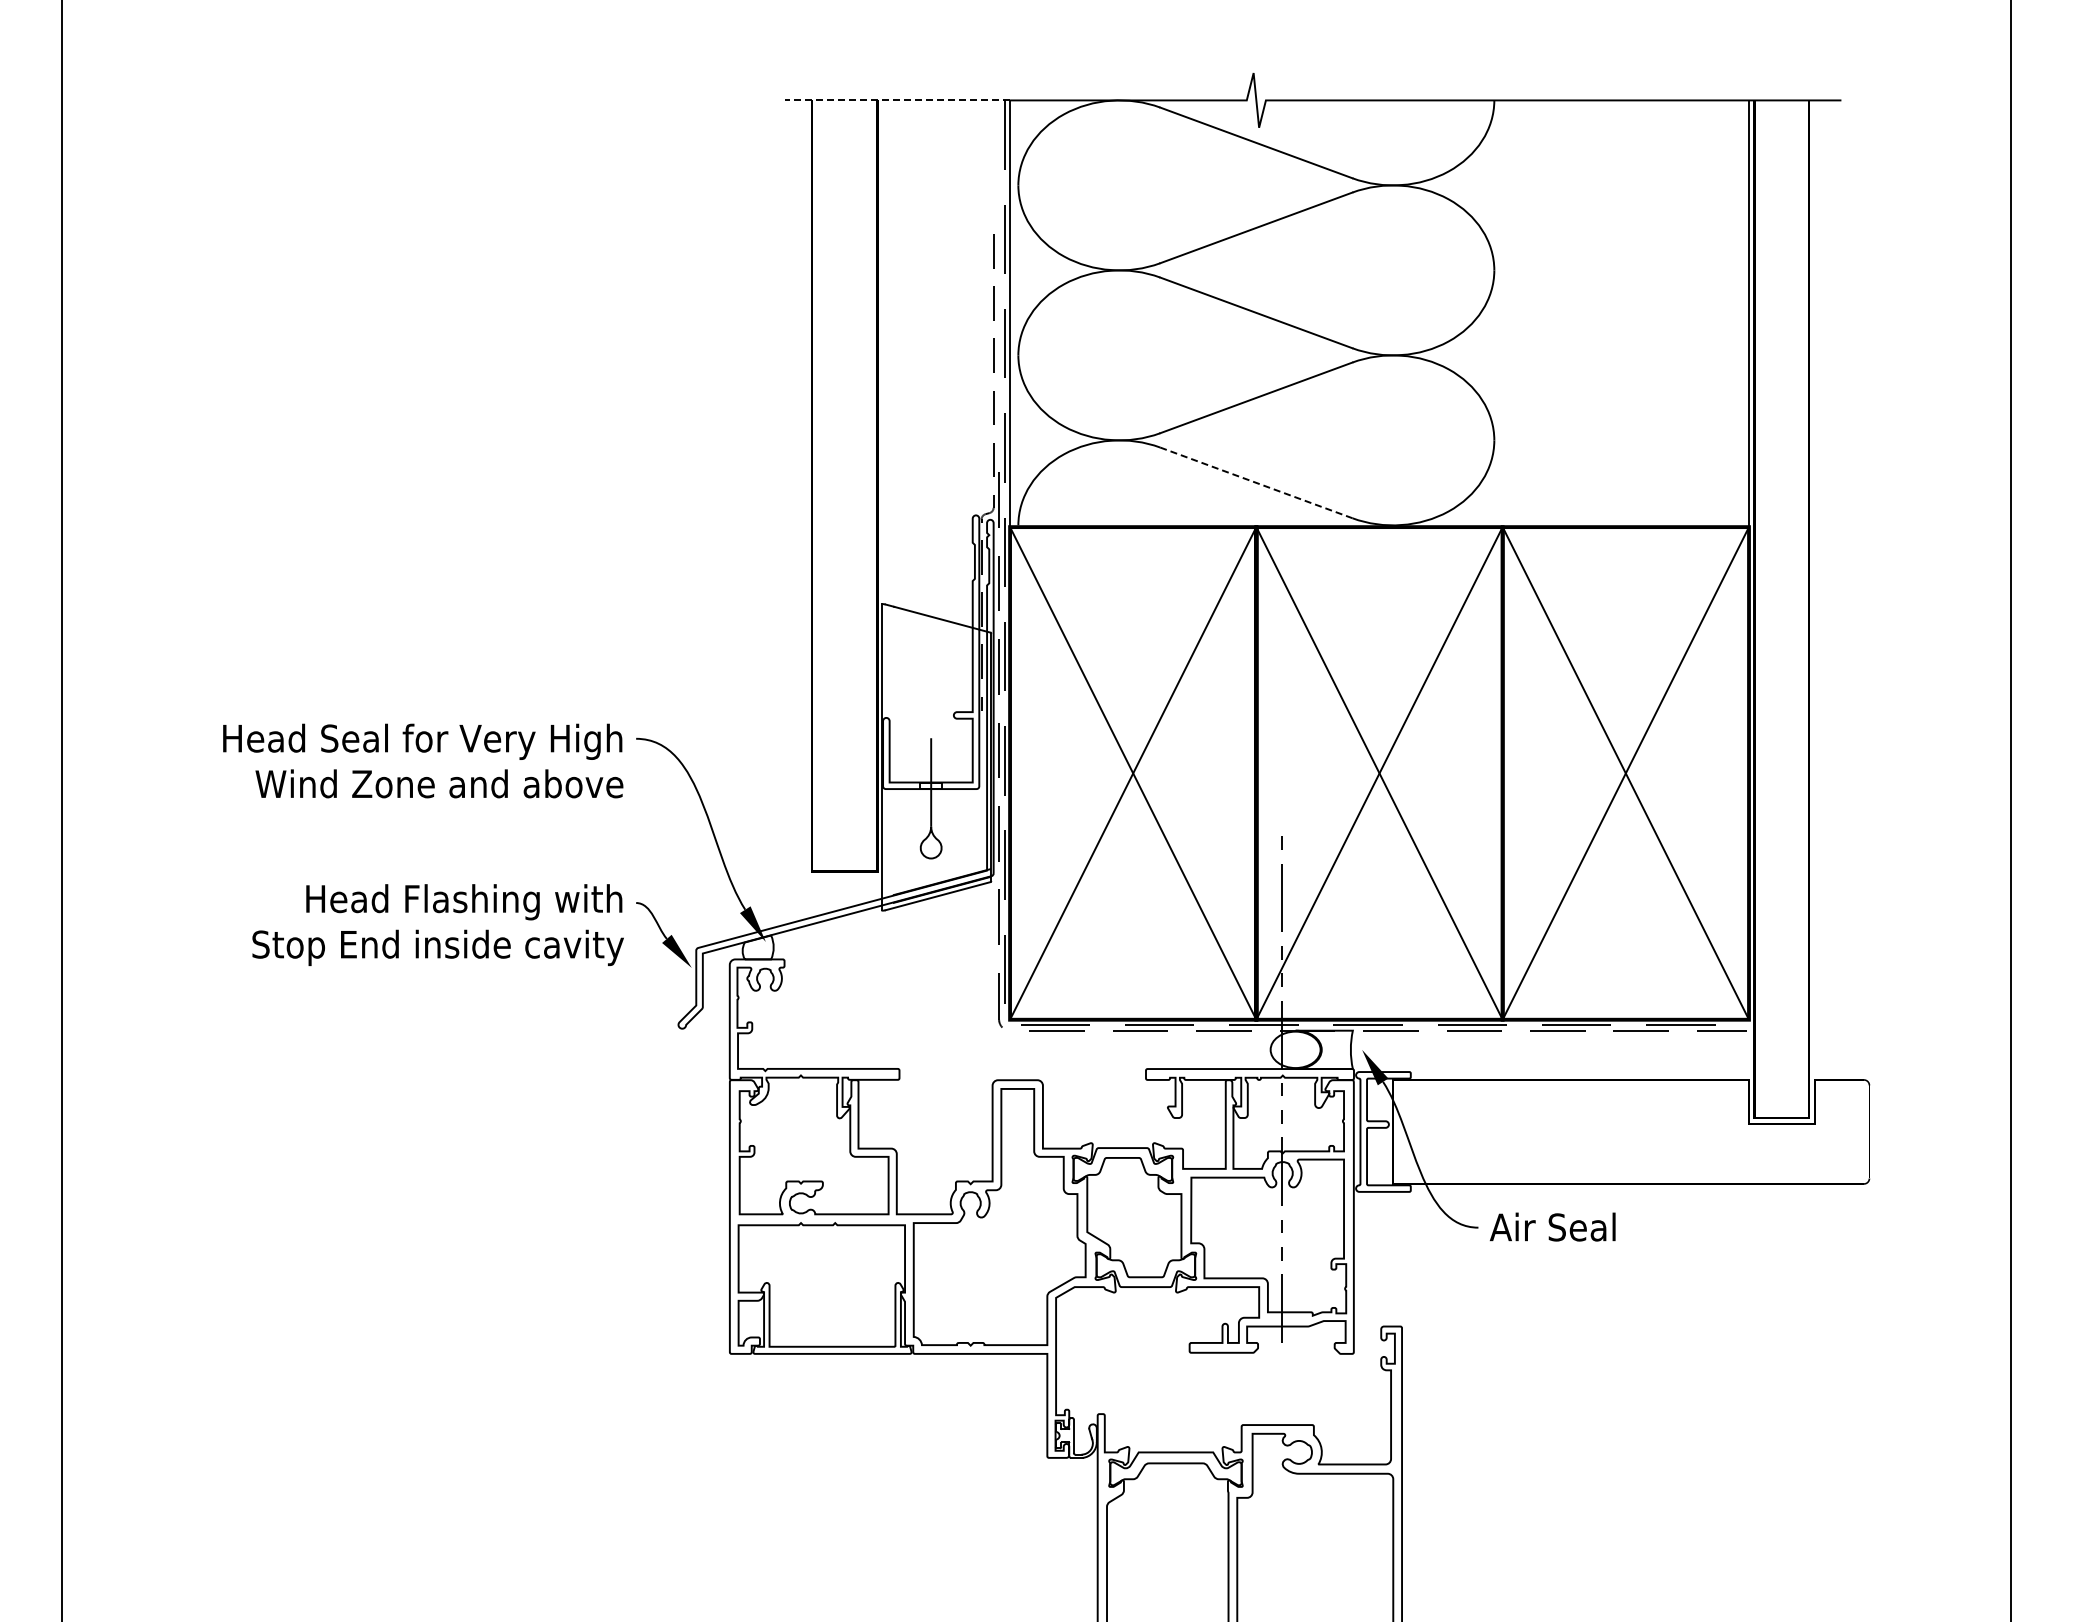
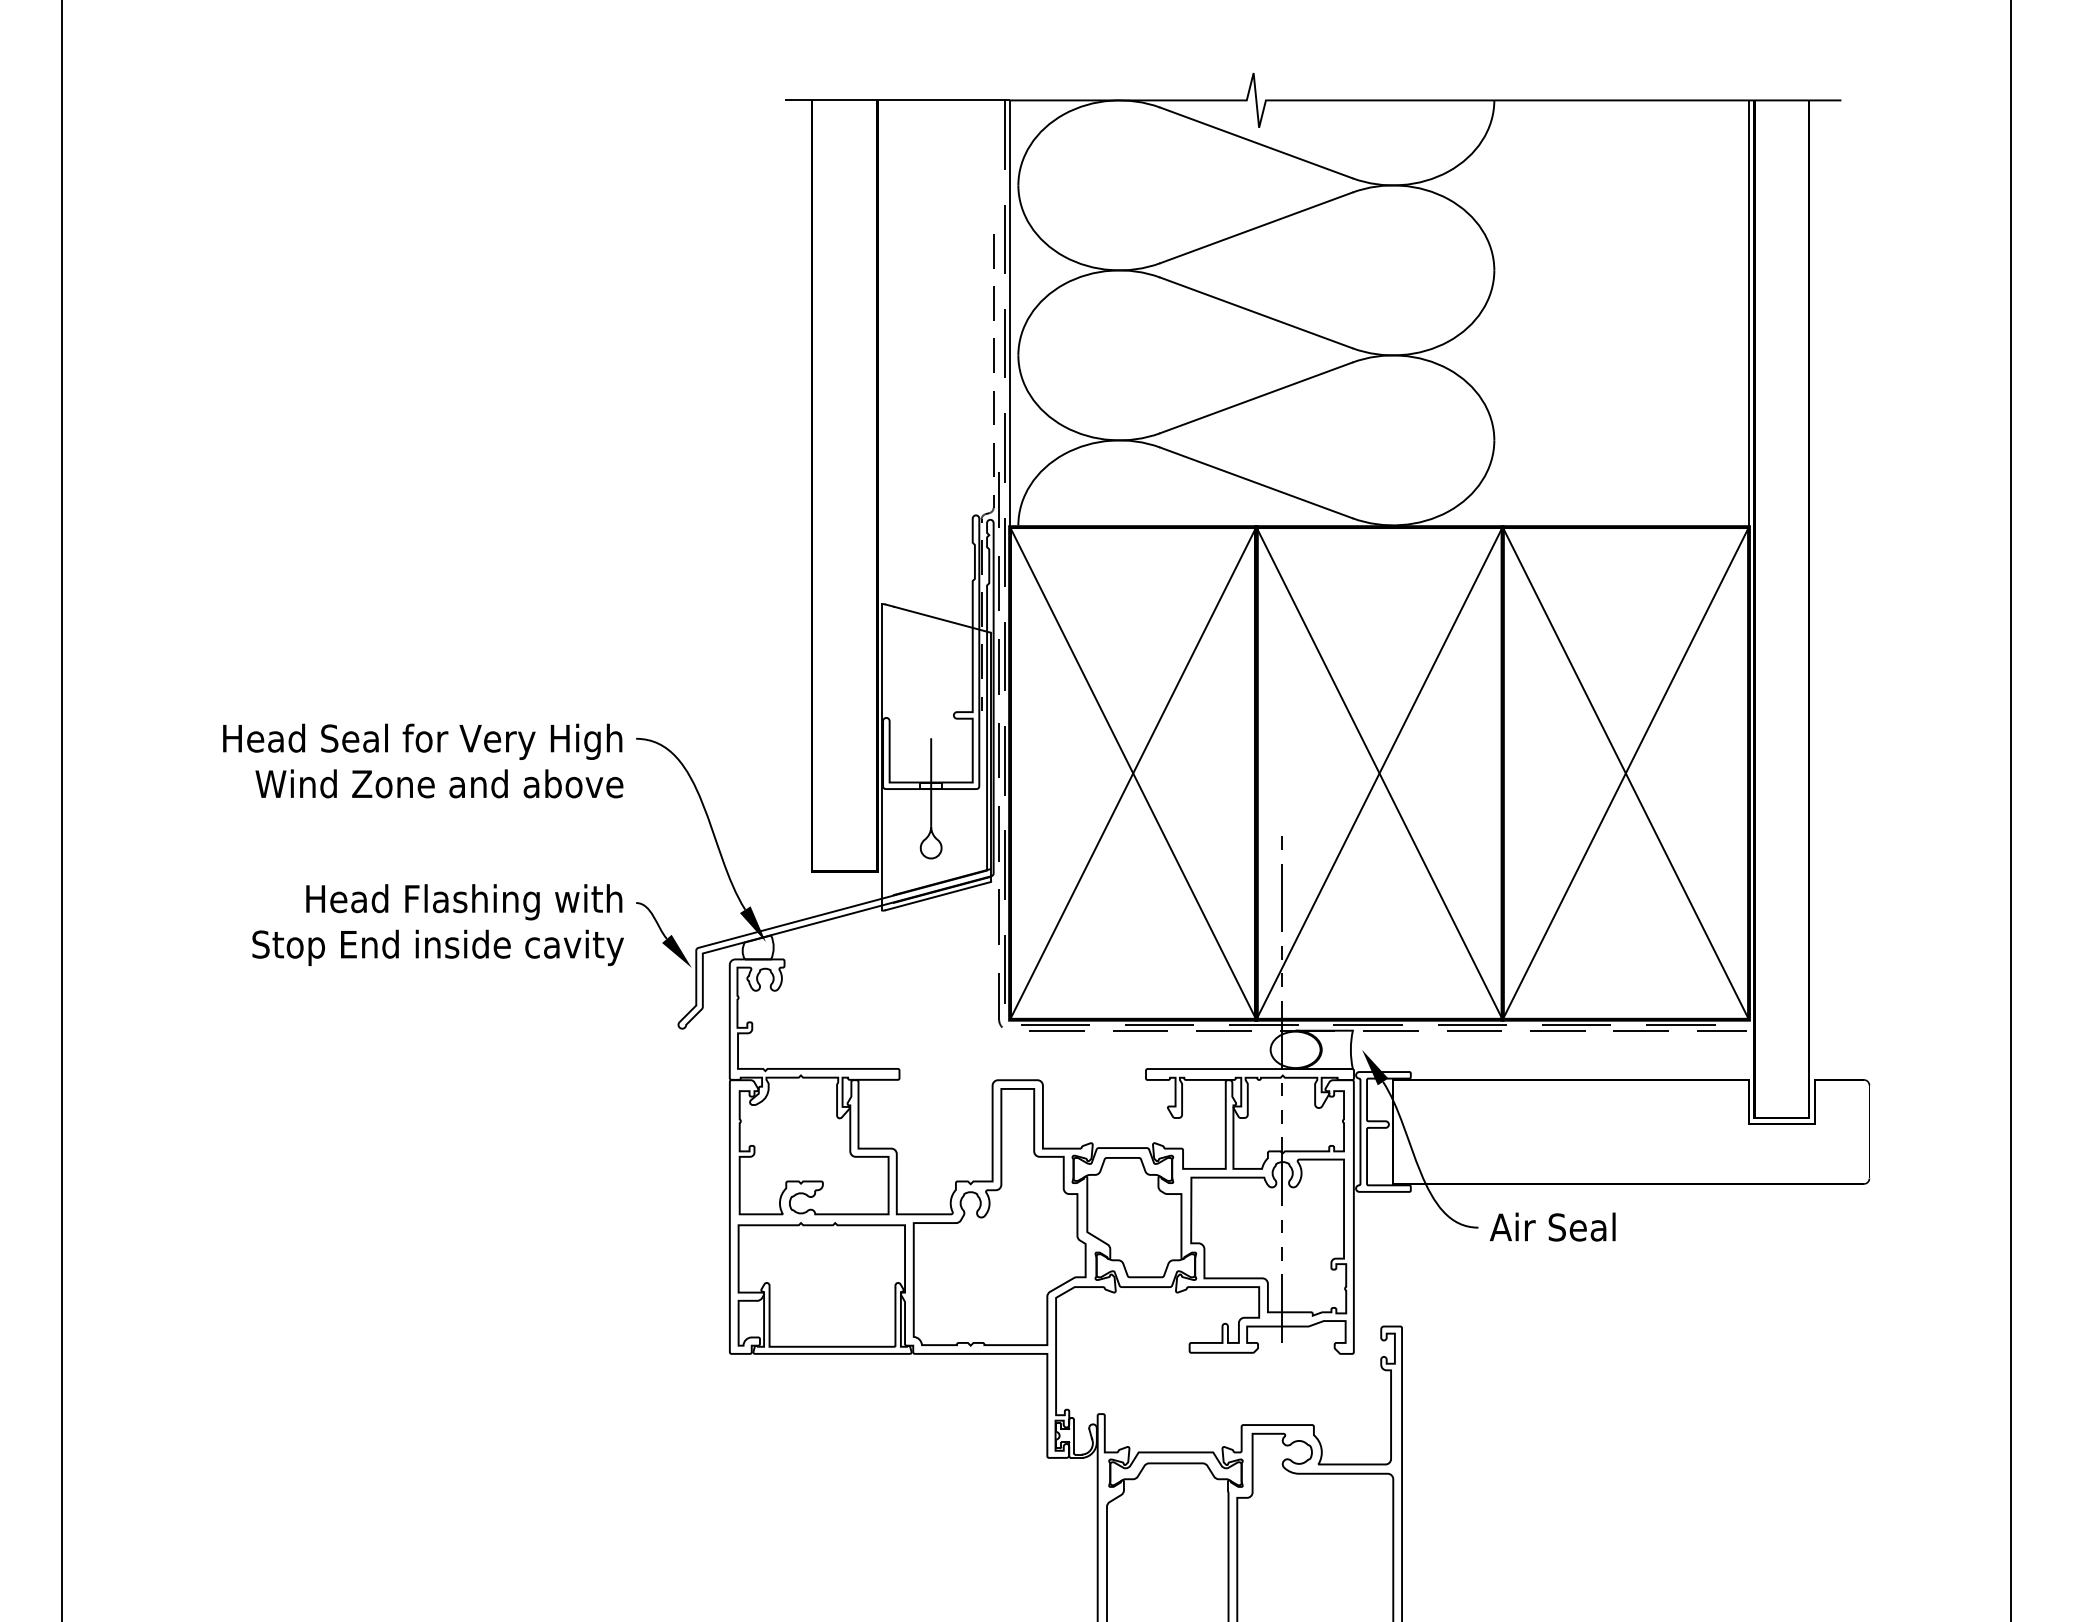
line at (897, 100): dashed -> solid
line at (1256, 483): dashed -> solid
